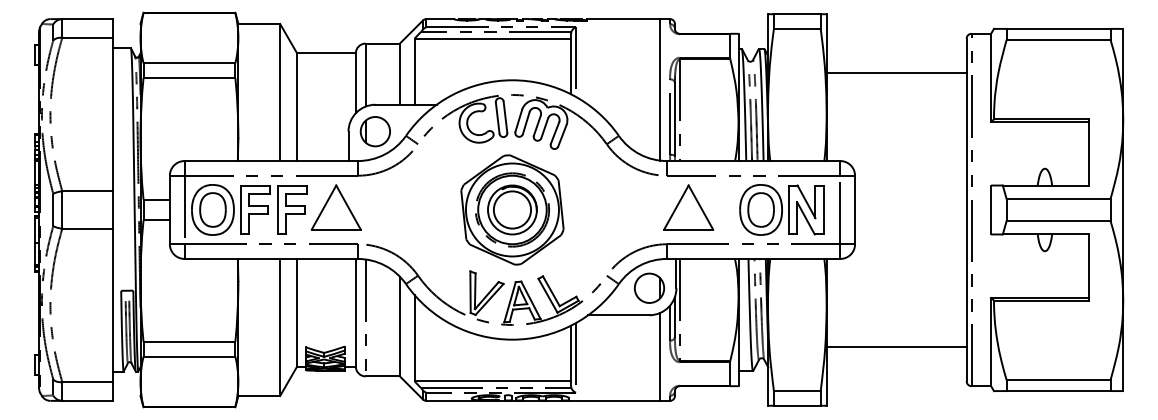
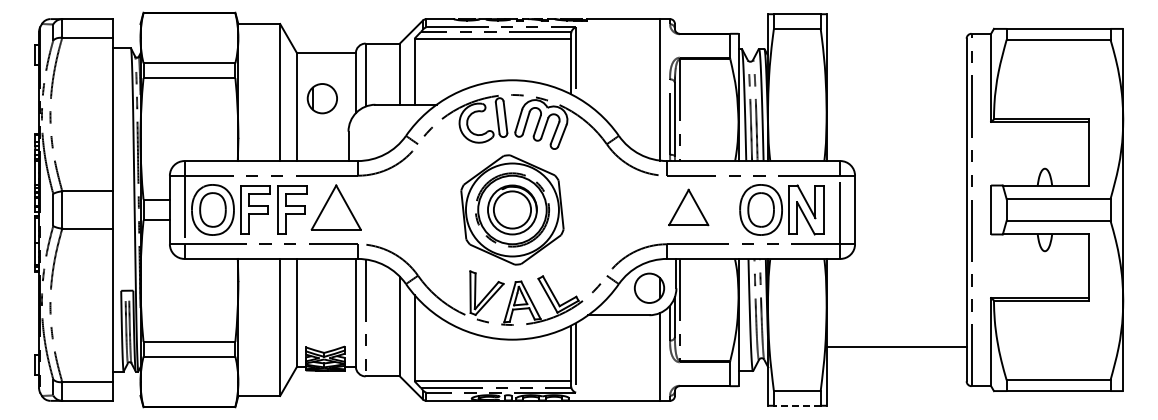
line at (896, 72): present -> none
part at (374, 131) position: (374, 131) -> (321, 98)
part at (688, 207) size: 52x47 px -> 42x39 px
line at (796, 405): solid -> dashed
